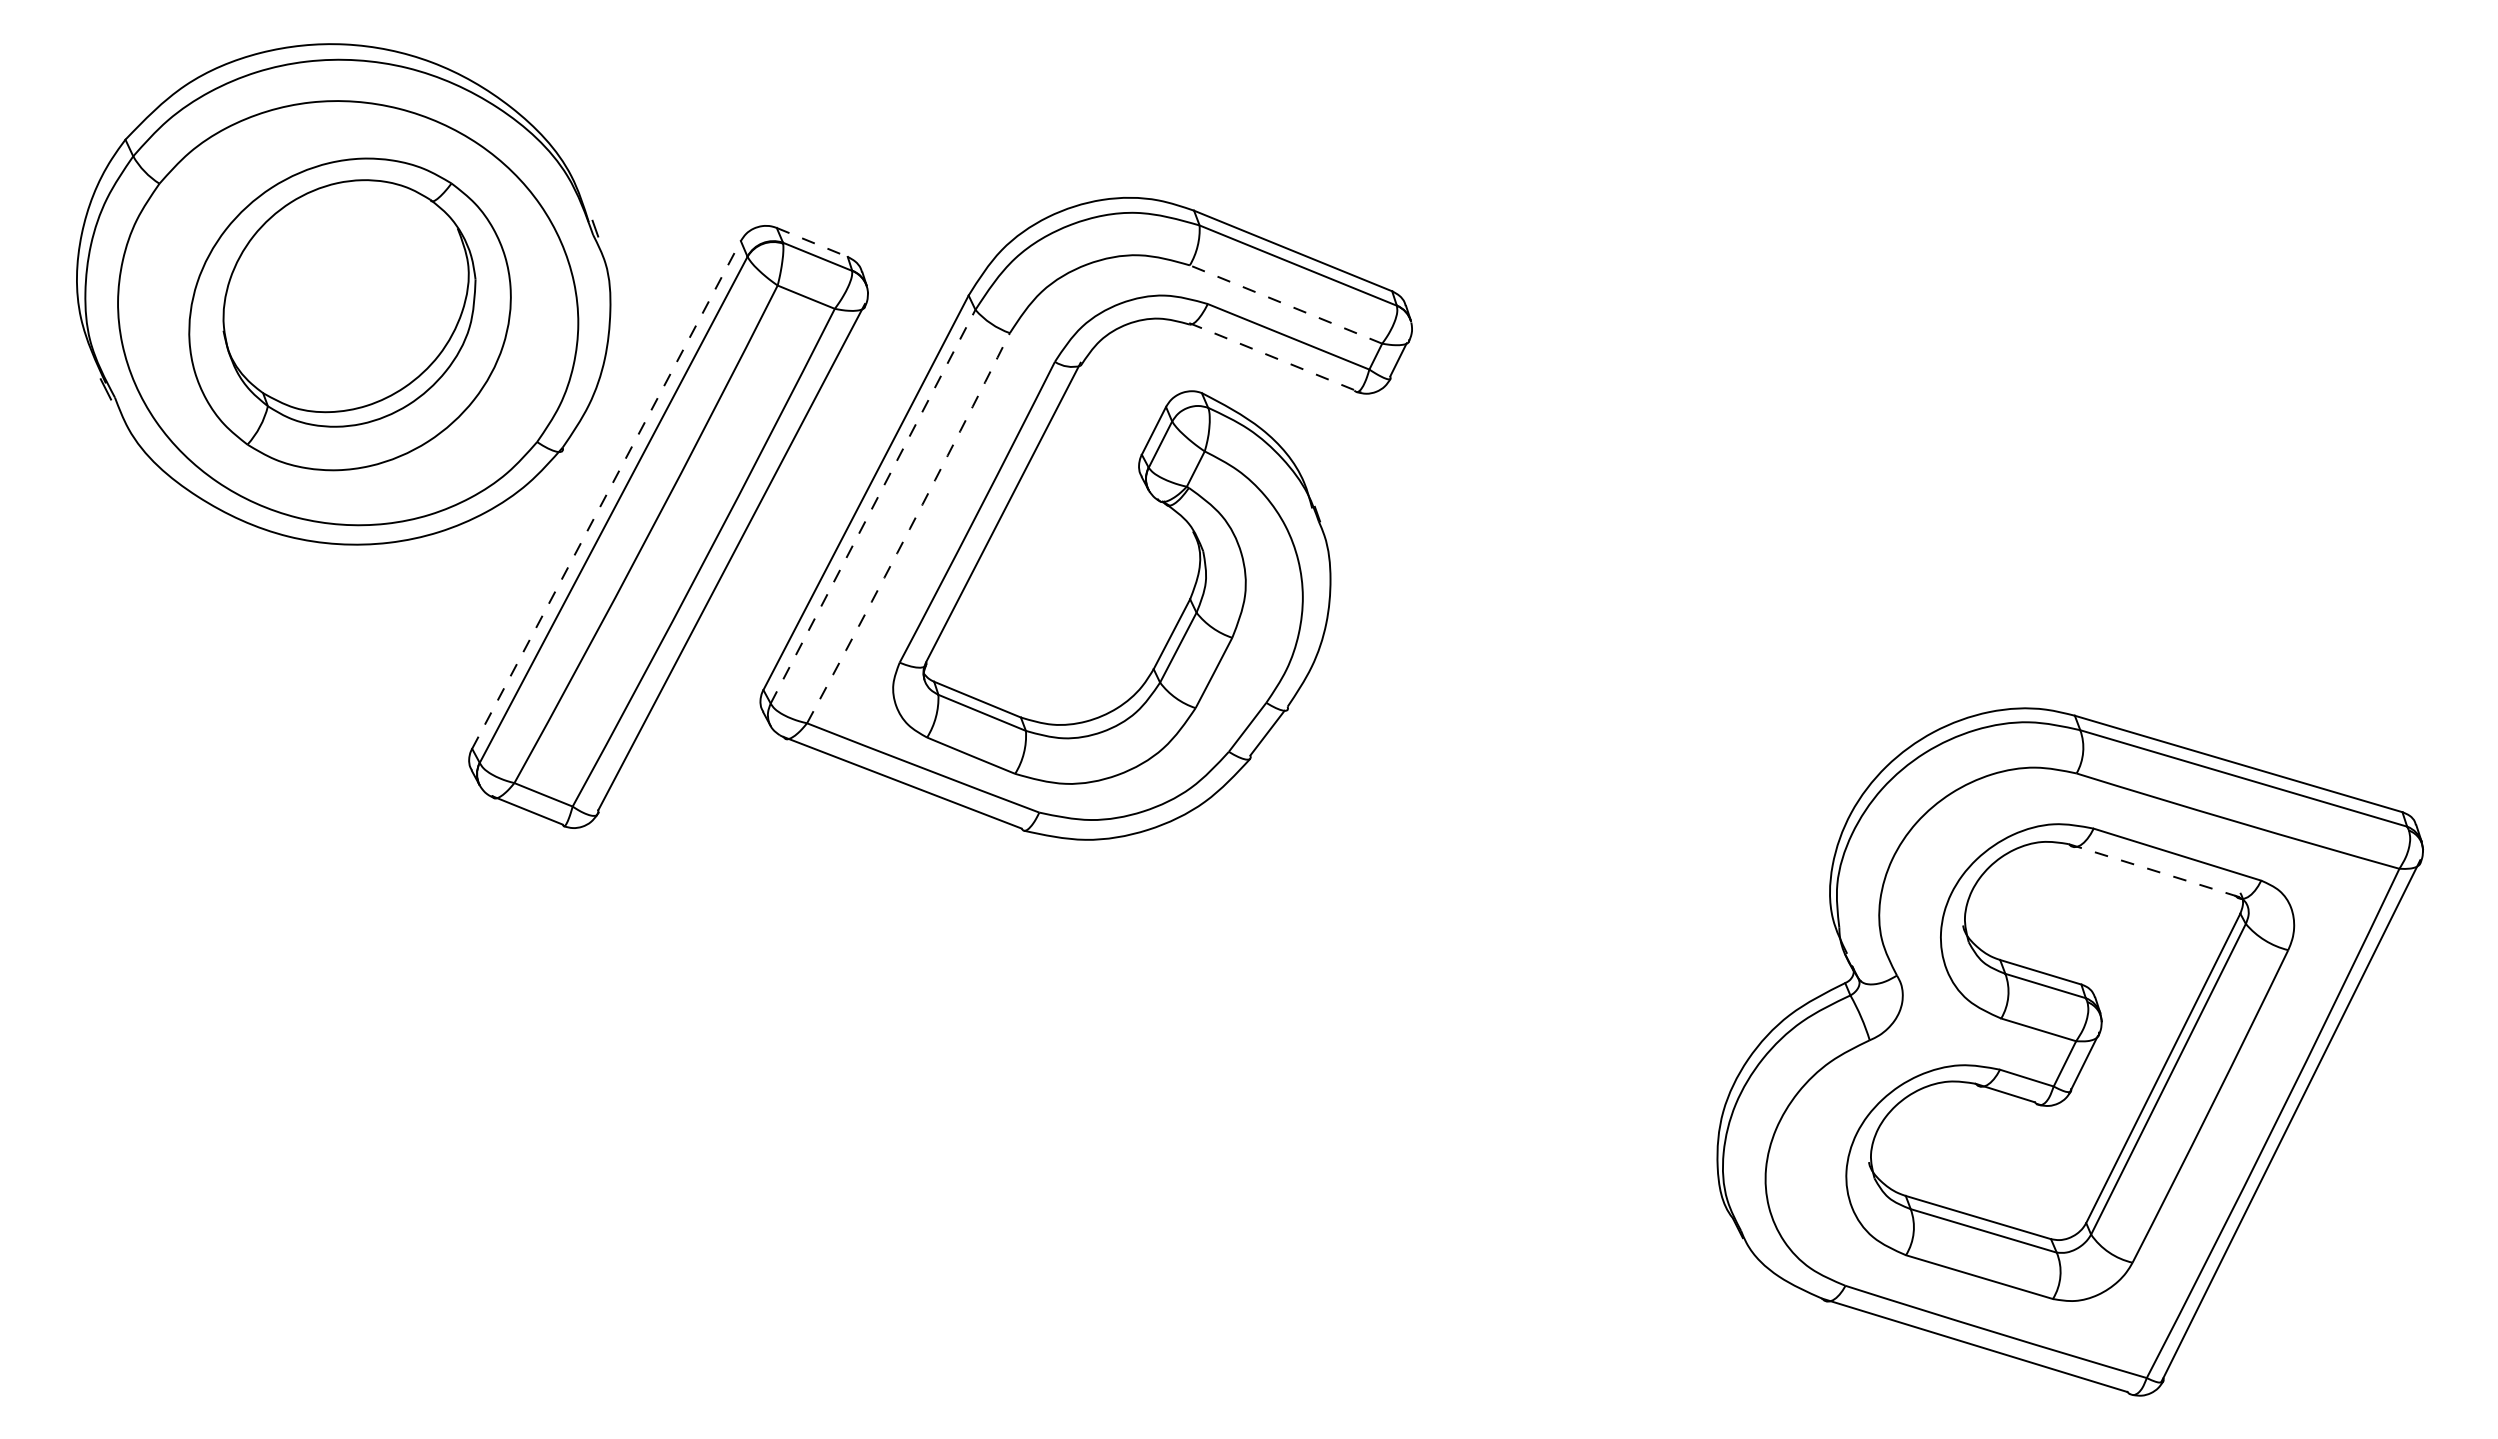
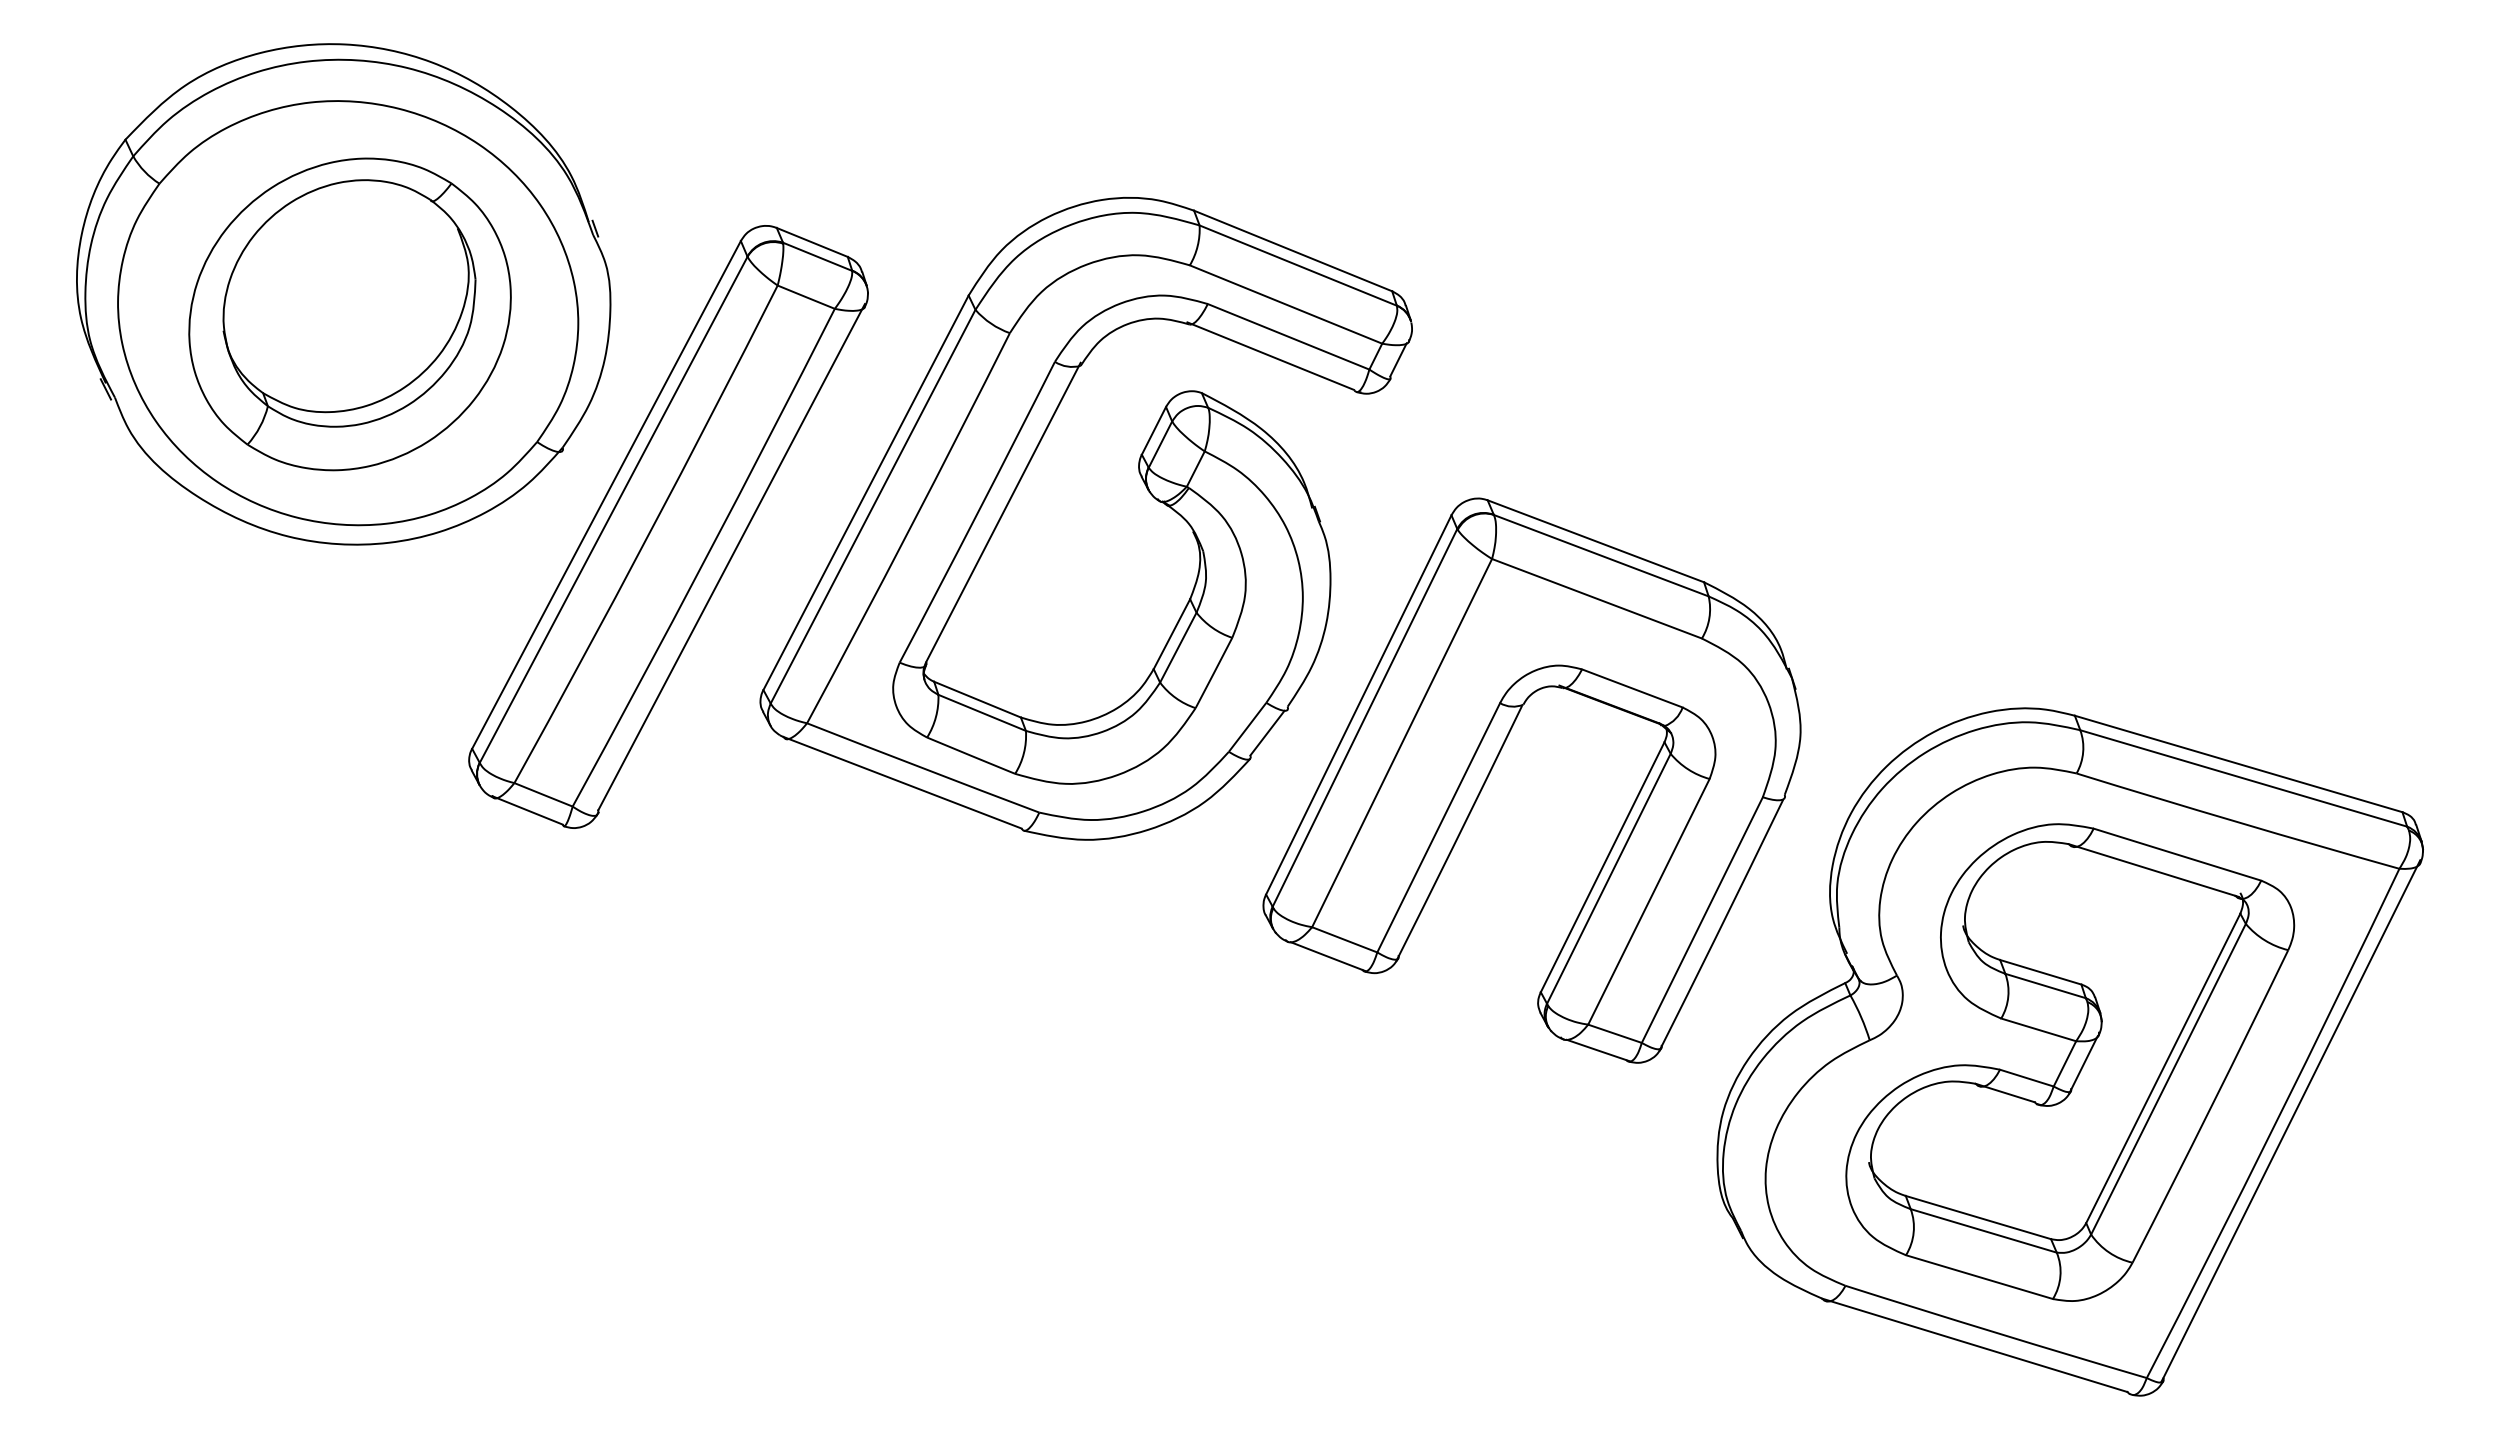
line at (812, 242): dashed -> solid
line at (1286, 304): dashed -> solid
line at (1270, 356): dashed -> solid
line at (606, 494): dashed -> solid
line at (873, 506): dashed -> solid
arc at (909, 528): dashed -> solid
part at (1495, 763): none -> present
line at (2152, 870): dashed -> solid
